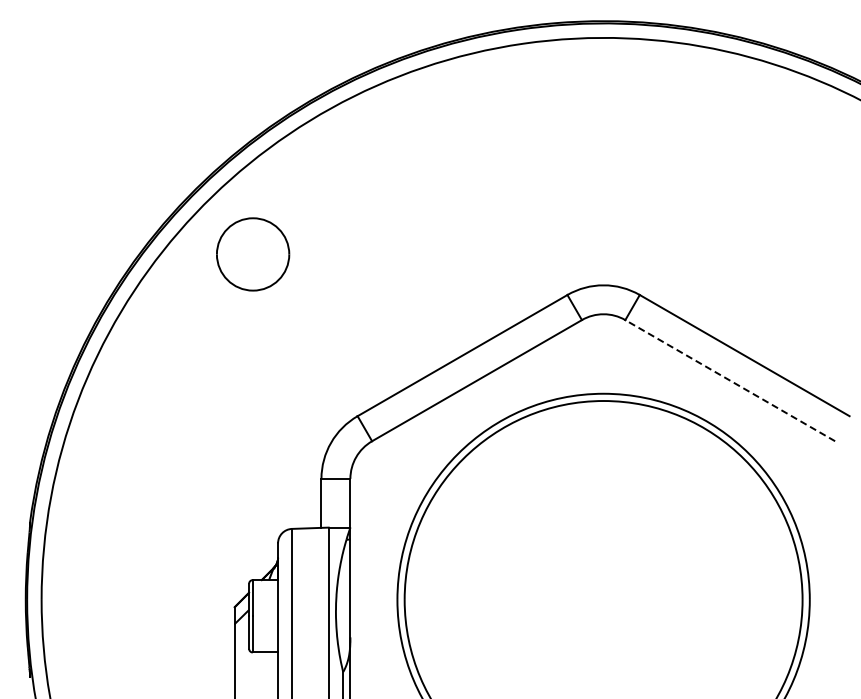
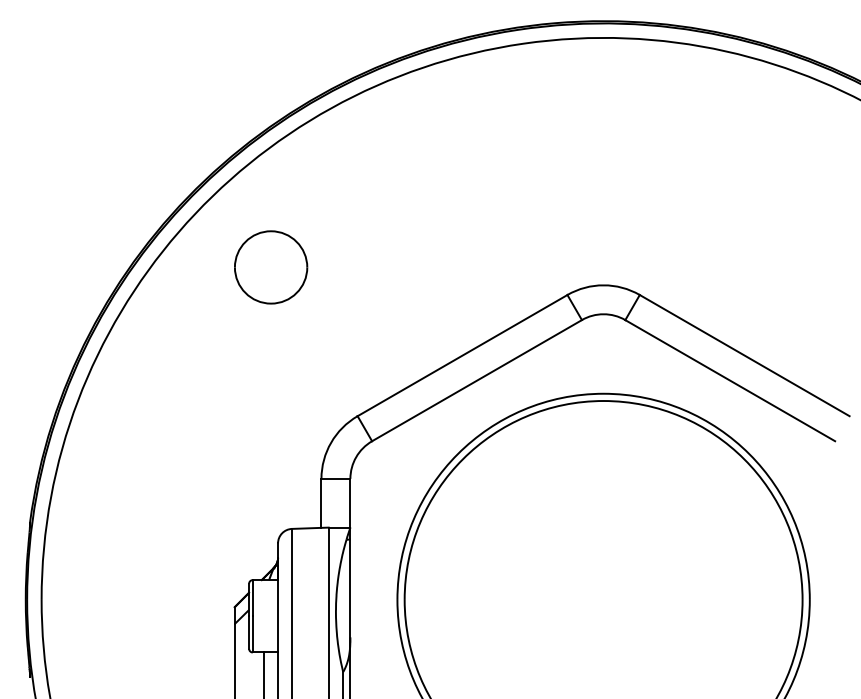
part at (253, 254) position: (253, 254) -> (271, 267)
line at (729, 380): dashed -> solid
line at (263, 673): none -> present
